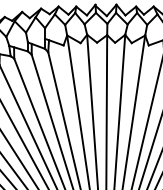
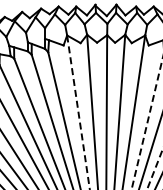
line at (78, 112): solid -> dashed
line at (147, 123): solid -> dashed
line at (154, 169): solid -> dashed
